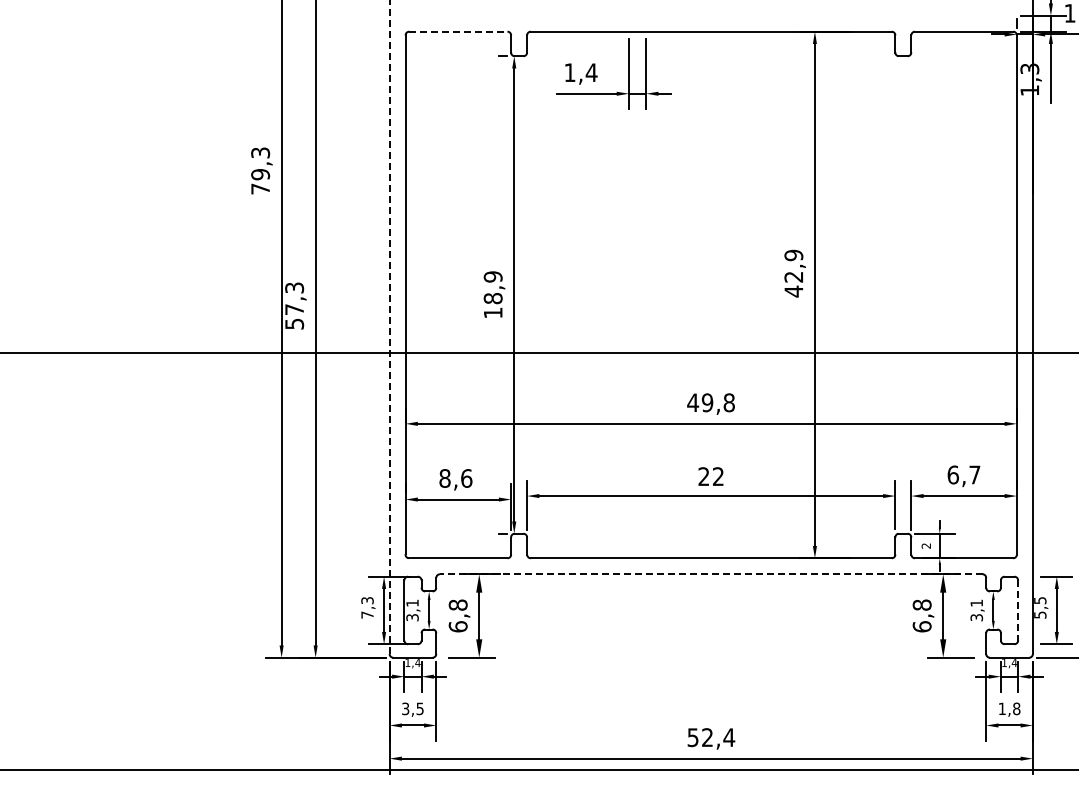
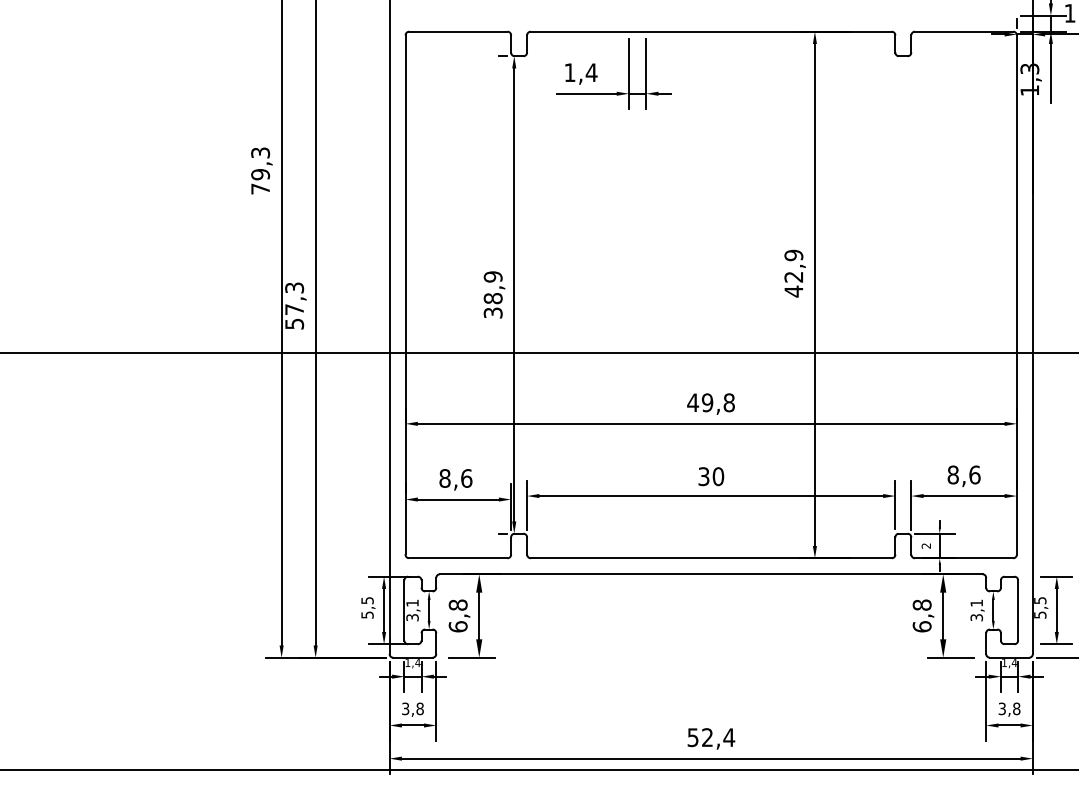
line at (458, 31): dashed -> solid
text at (492, 312): 18,9 -> 38,9
line at (389, 327): dashed -> solid
text at (963, 474): 6,7 -> 8,6
text at (711, 476): 22 -> 30
line at (710, 574): dashed -> solid
text at (367, 607): 7,3 -> 5,5
line at (1018, 610): dashed -> solid
text at (419, 708): 3,5 -> 3,8
text at (1001, 708): 1,8 -> 3,8
